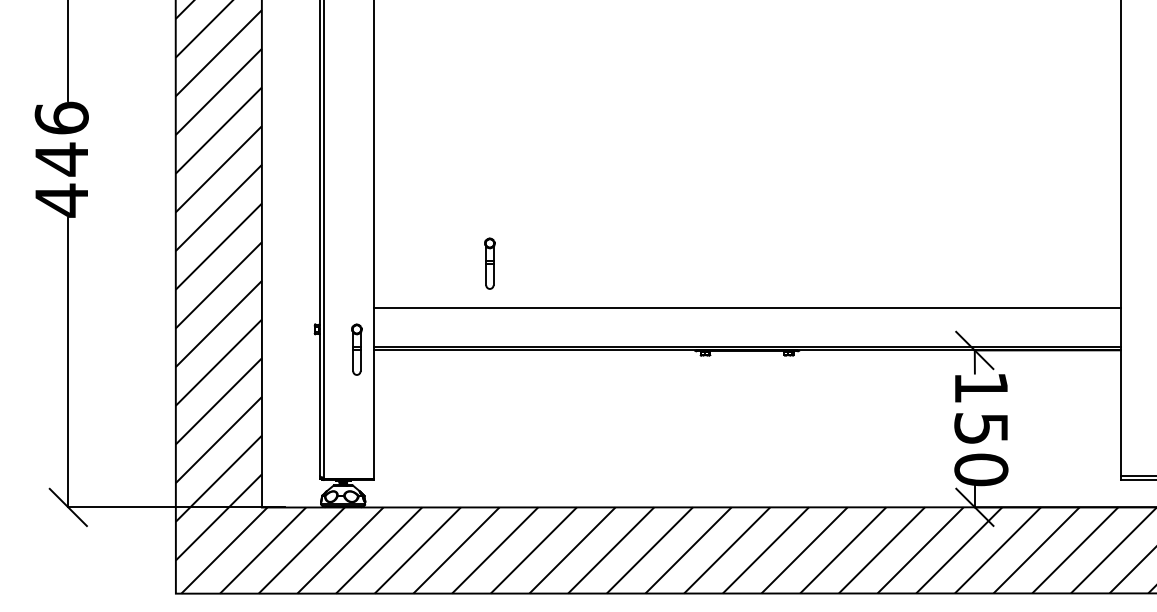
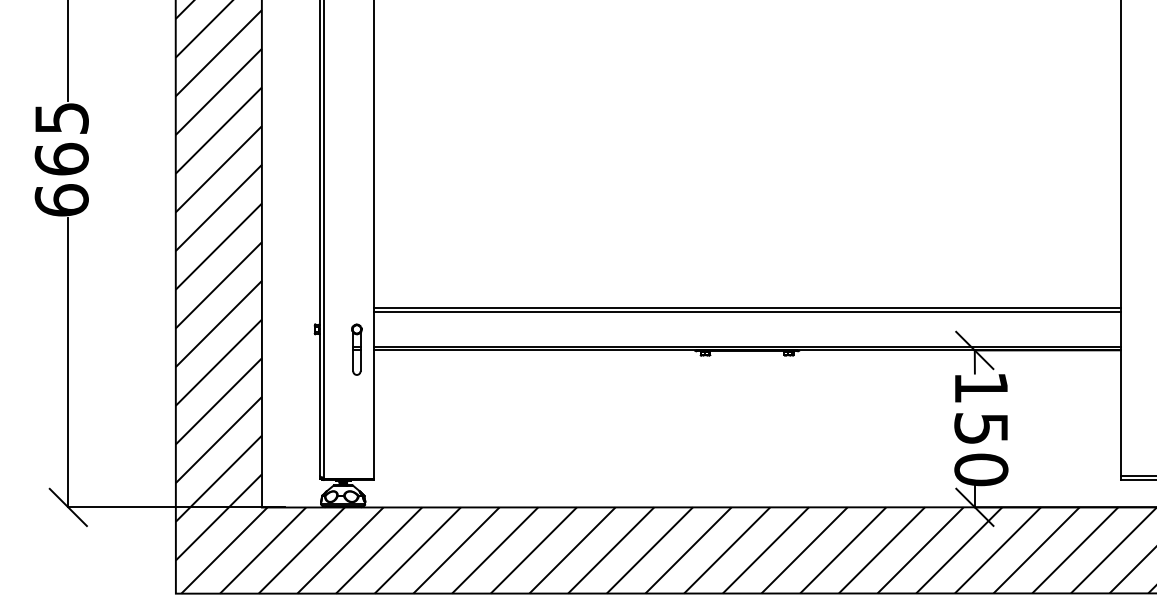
text at (61, 159): 446 -> 665
part at (489, 263): present -> none
line at (746, 311): none -> present
